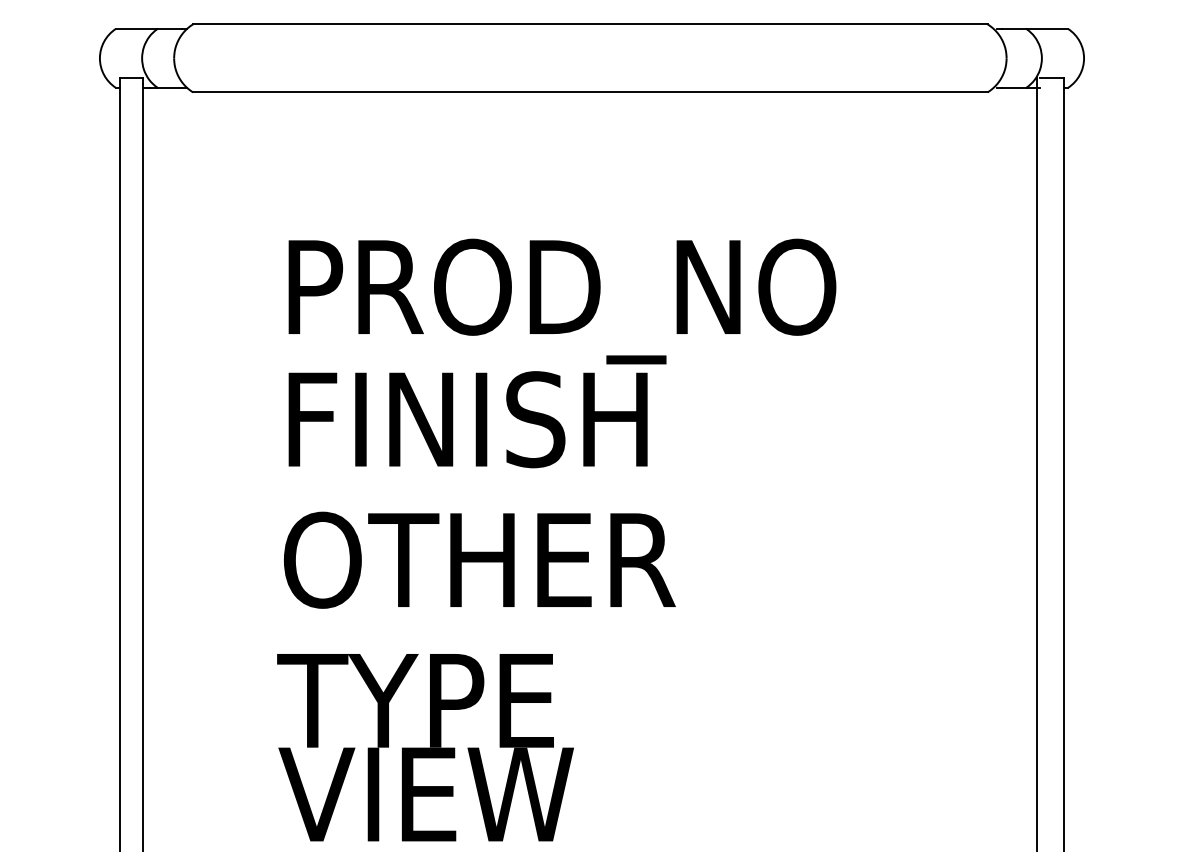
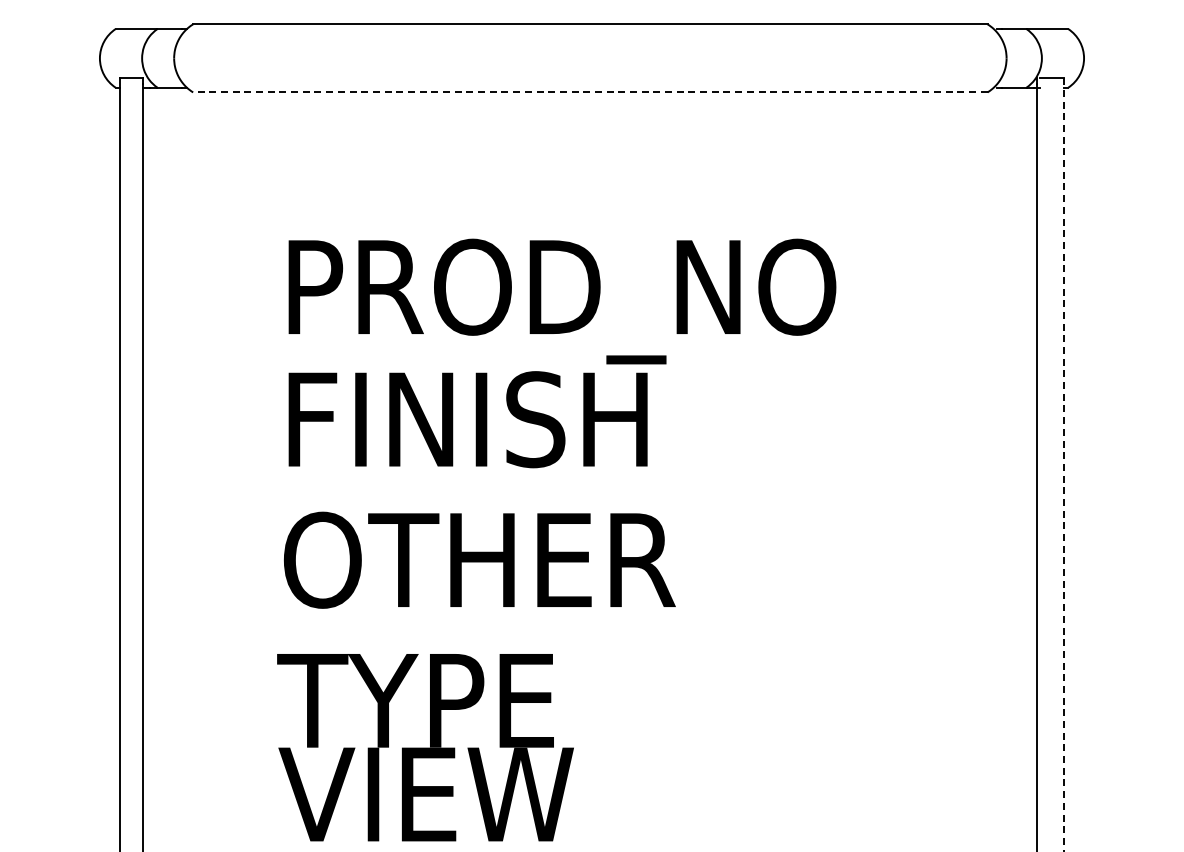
line at (589, 92): solid -> dashed
line at (1063, 465): solid -> dashed
